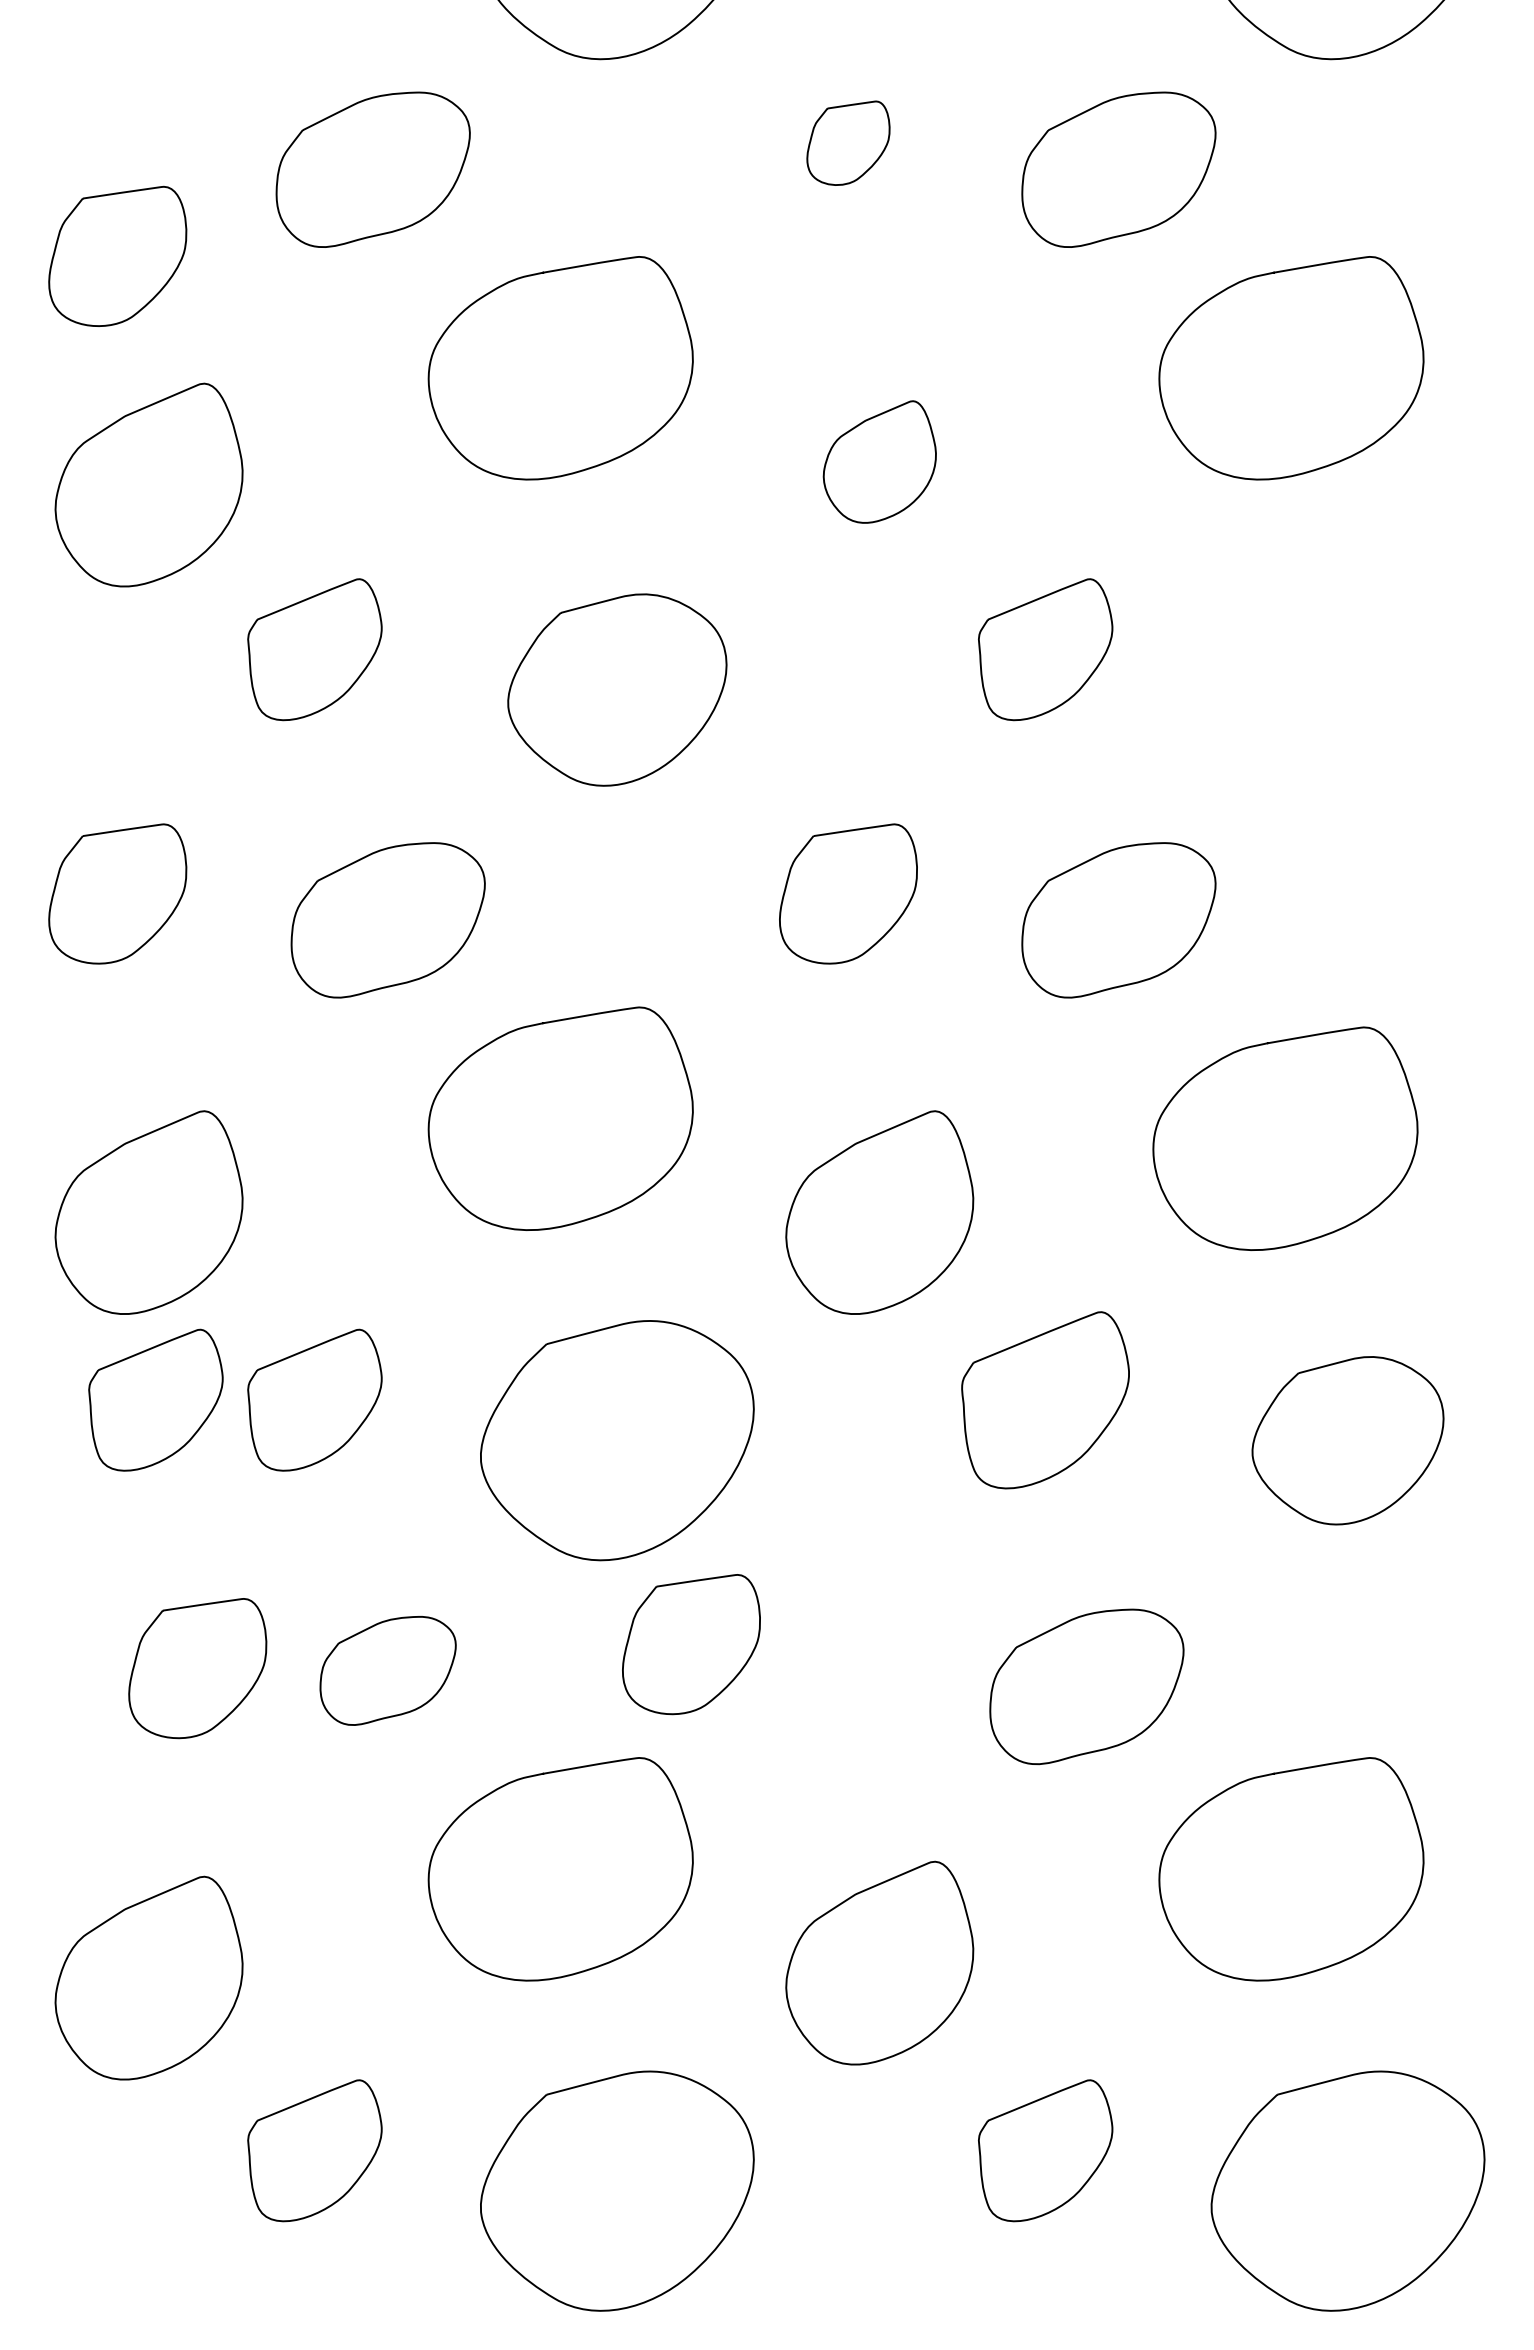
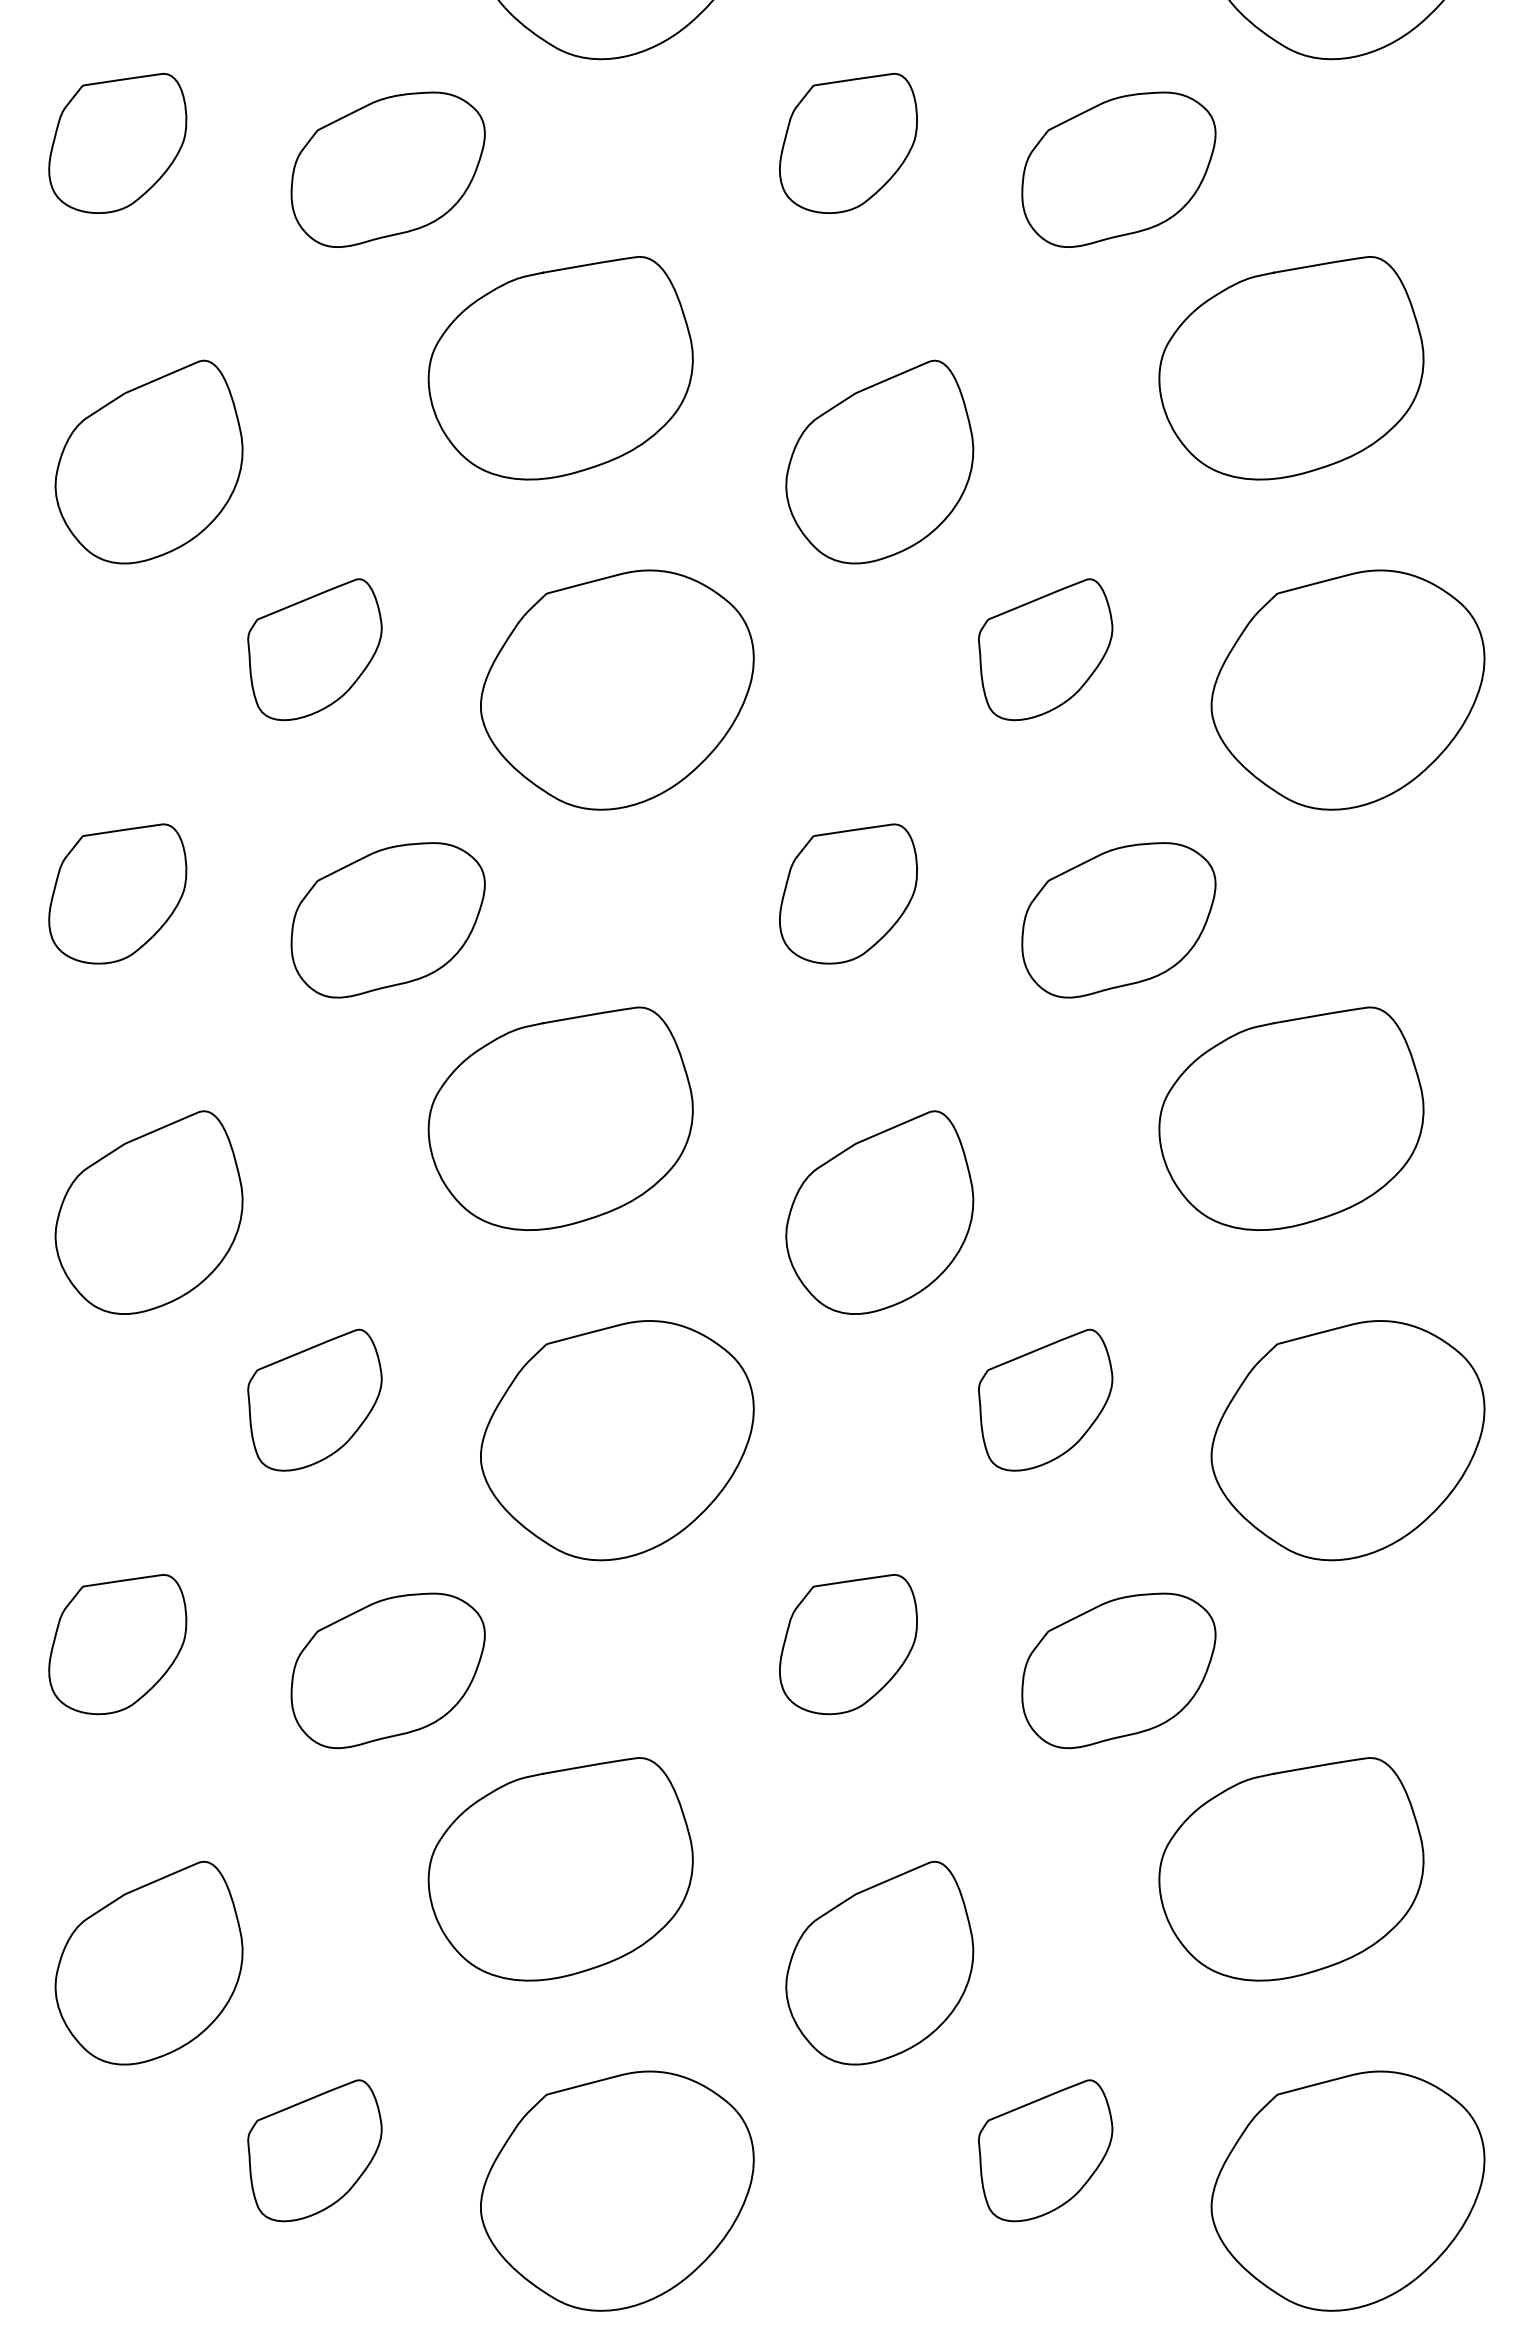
part at (848, 142) size: 85x86 px -> 139x142 px
part at (372, 169) position: (372, 169) -> (387, 169)
part at (117, 255) position: (117, 255) -> (117, 142)
part at (879, 461) size: 115x124 px -> 190x206 px
part at (148, 484) position: (148, 484) -> (148, 461)
part at (617, 689) size: 221x194 px -> 275x242 px
part at (1347, 689): none -> present
curve at (1268, 1044) position: (1268, 1044) -> (1274, 1024)
part at (155, 1399): present -> none
part at (1045, 1400) size: 169x179 px -> 136x144 px
part at (1347, 1440) size: 194x170 px -> 276x242 px
part at (691, 1644) position: (691, 1644) -> (848, 1644)
part at (197, 1668) position: (197, 1668) -> (117, 1644)
part at (387, 1670) size: 138x110 px -> 196x158 px
part at (1086, 1686) position: (1086, 1686) -> (1118, 1670)
part at (148, 1977) position: (148, 1977) -> (148, 1962)
